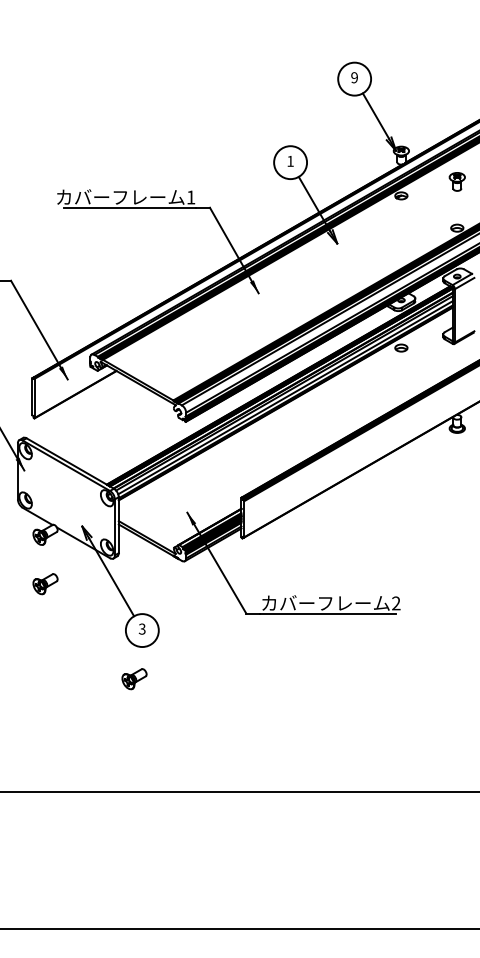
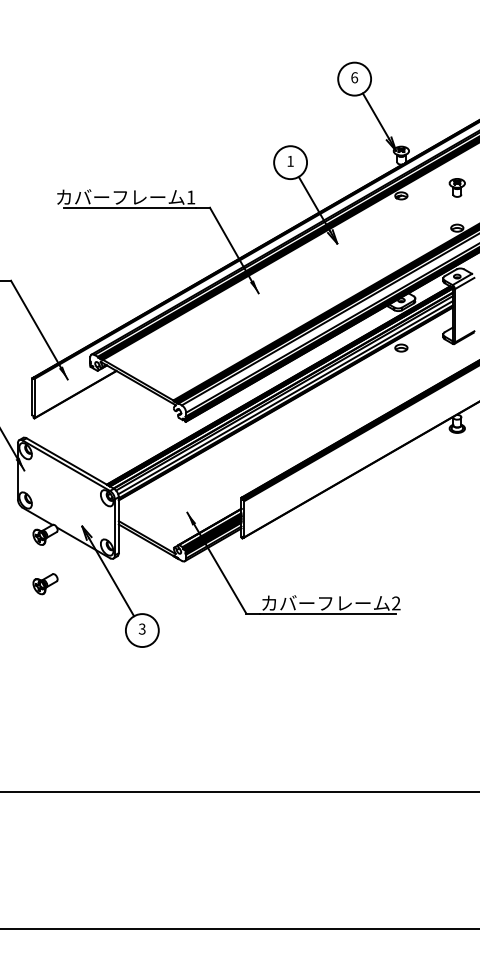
text at (354, 77): 9 -> 6
part at (456, 181) position: (456, 181) -> (456, 187)
part at (134, 679): present -> none
